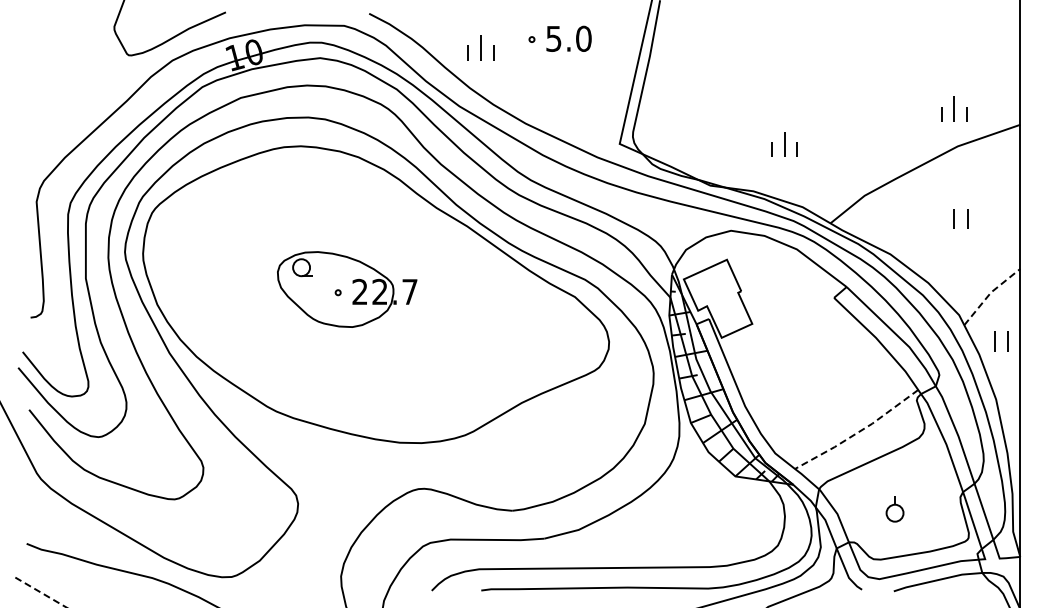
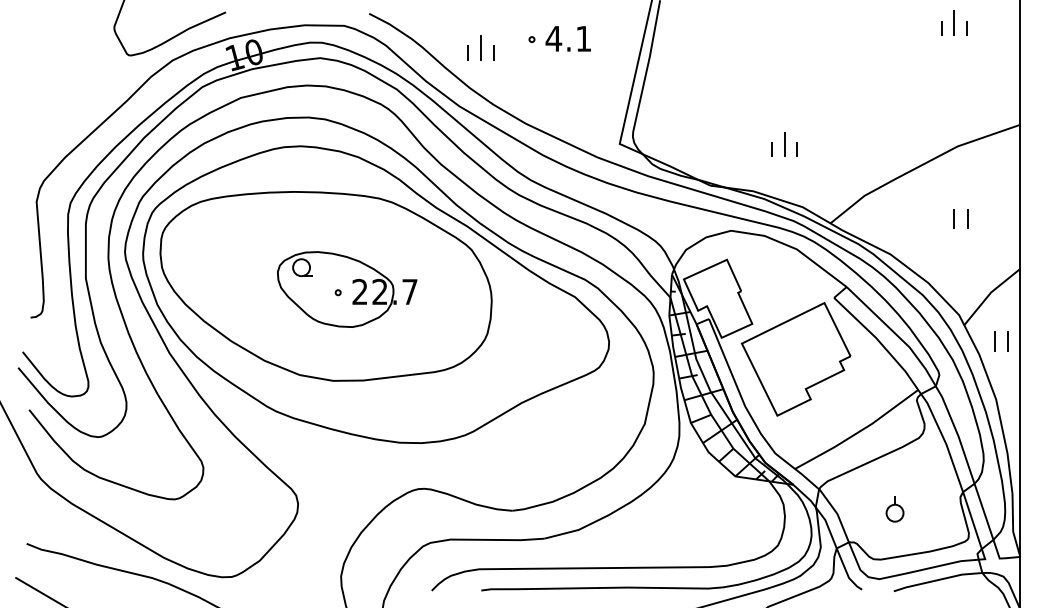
text at (568, 38): 5.0 -> 4.1
part at (954, 108) position: (954, 108) -> (954, 22)
part at (325, 286): none -> present
line at (989, 293): dashed -> solid
part at (795, 359): none -> present
line at (858, 432): dashed -> solid
line at (41, 592): dashed -> solid
